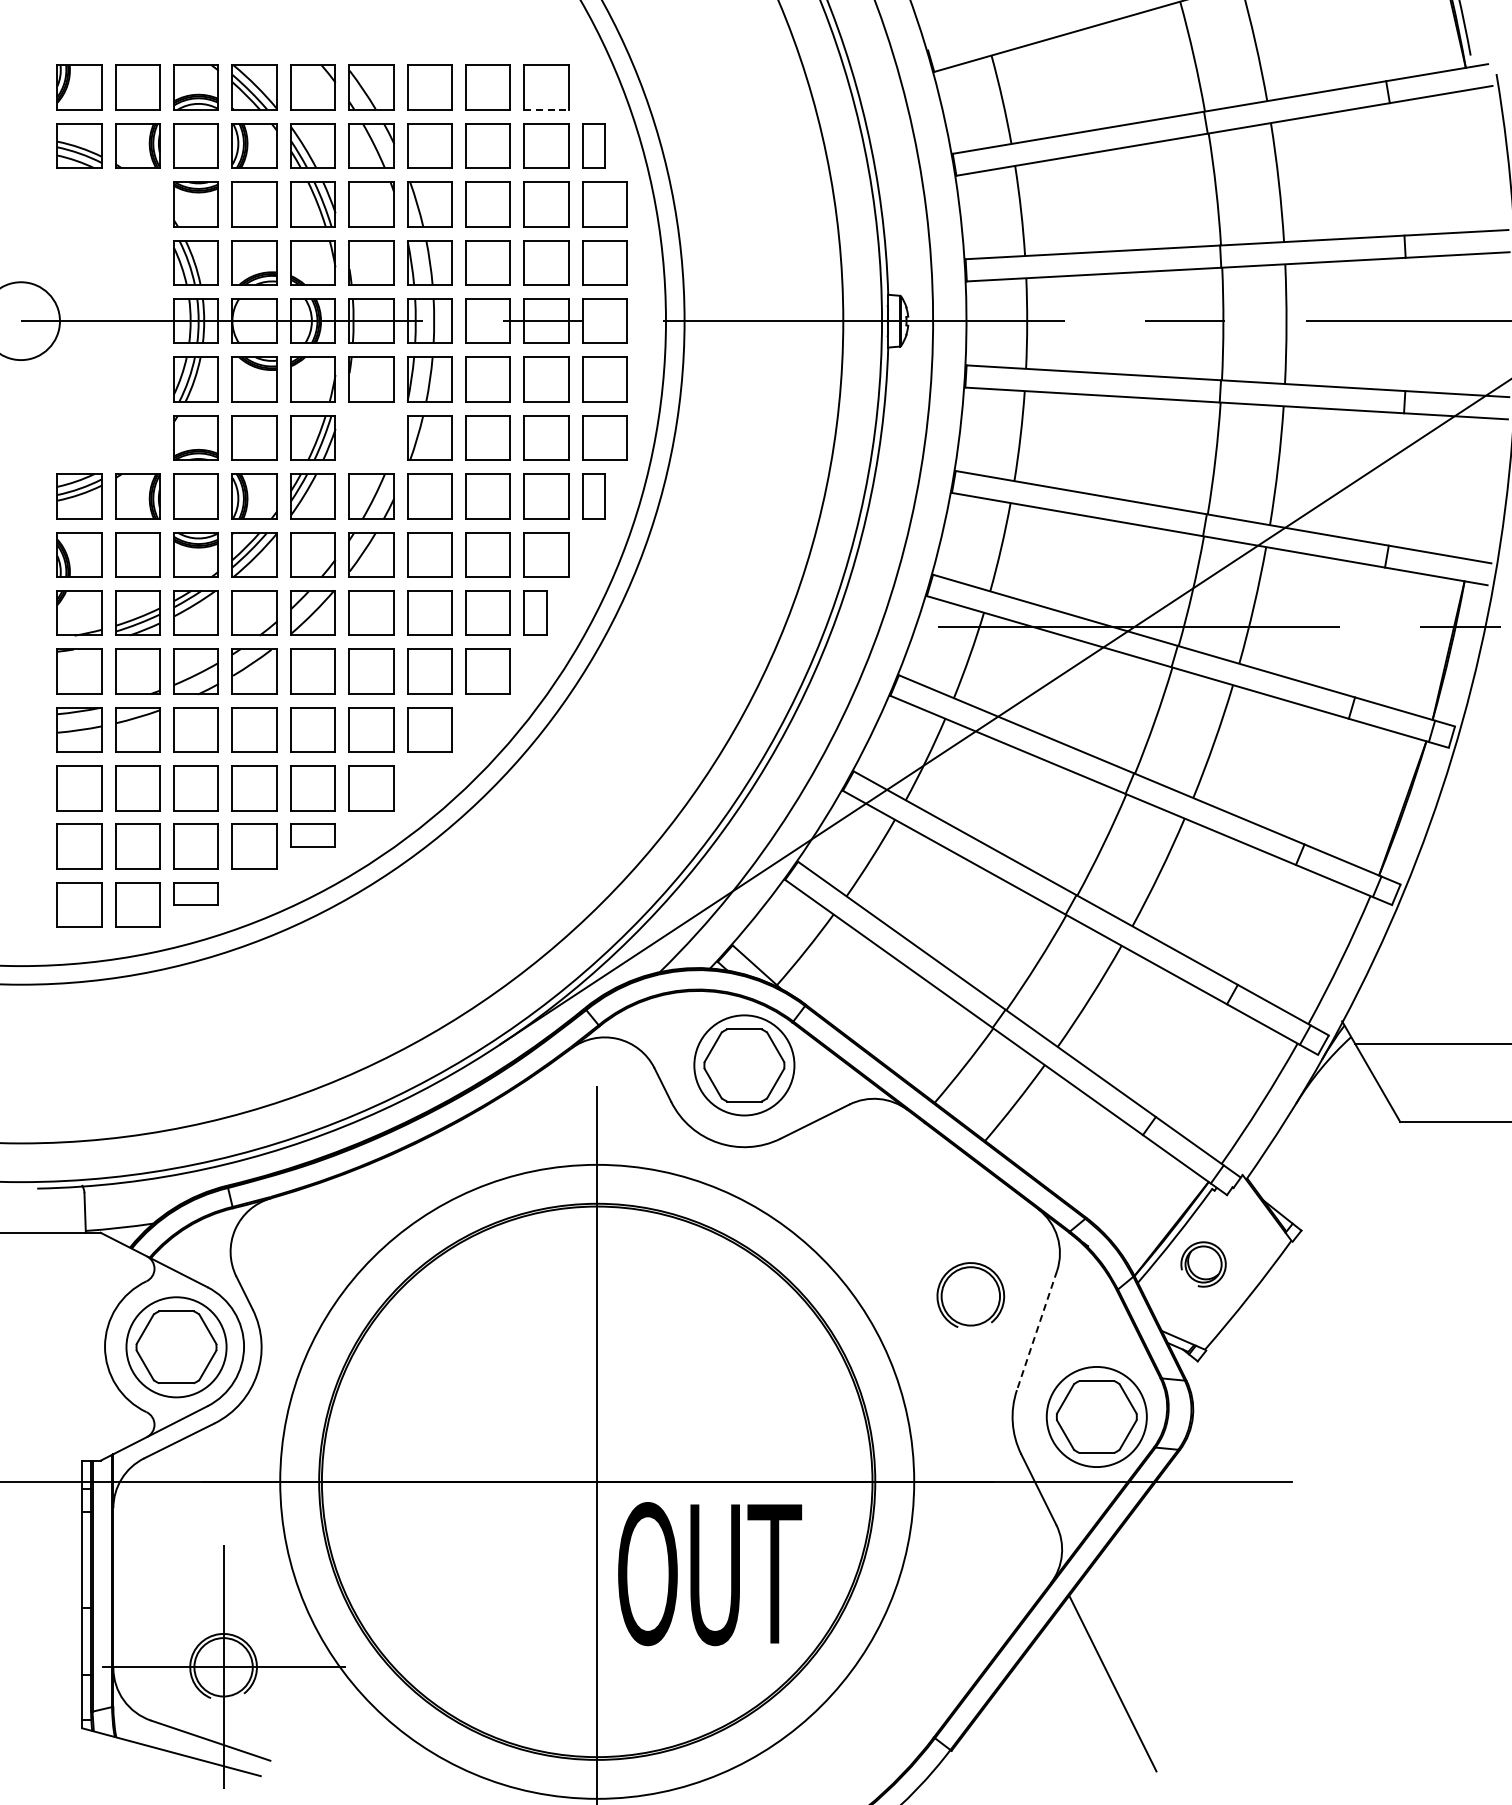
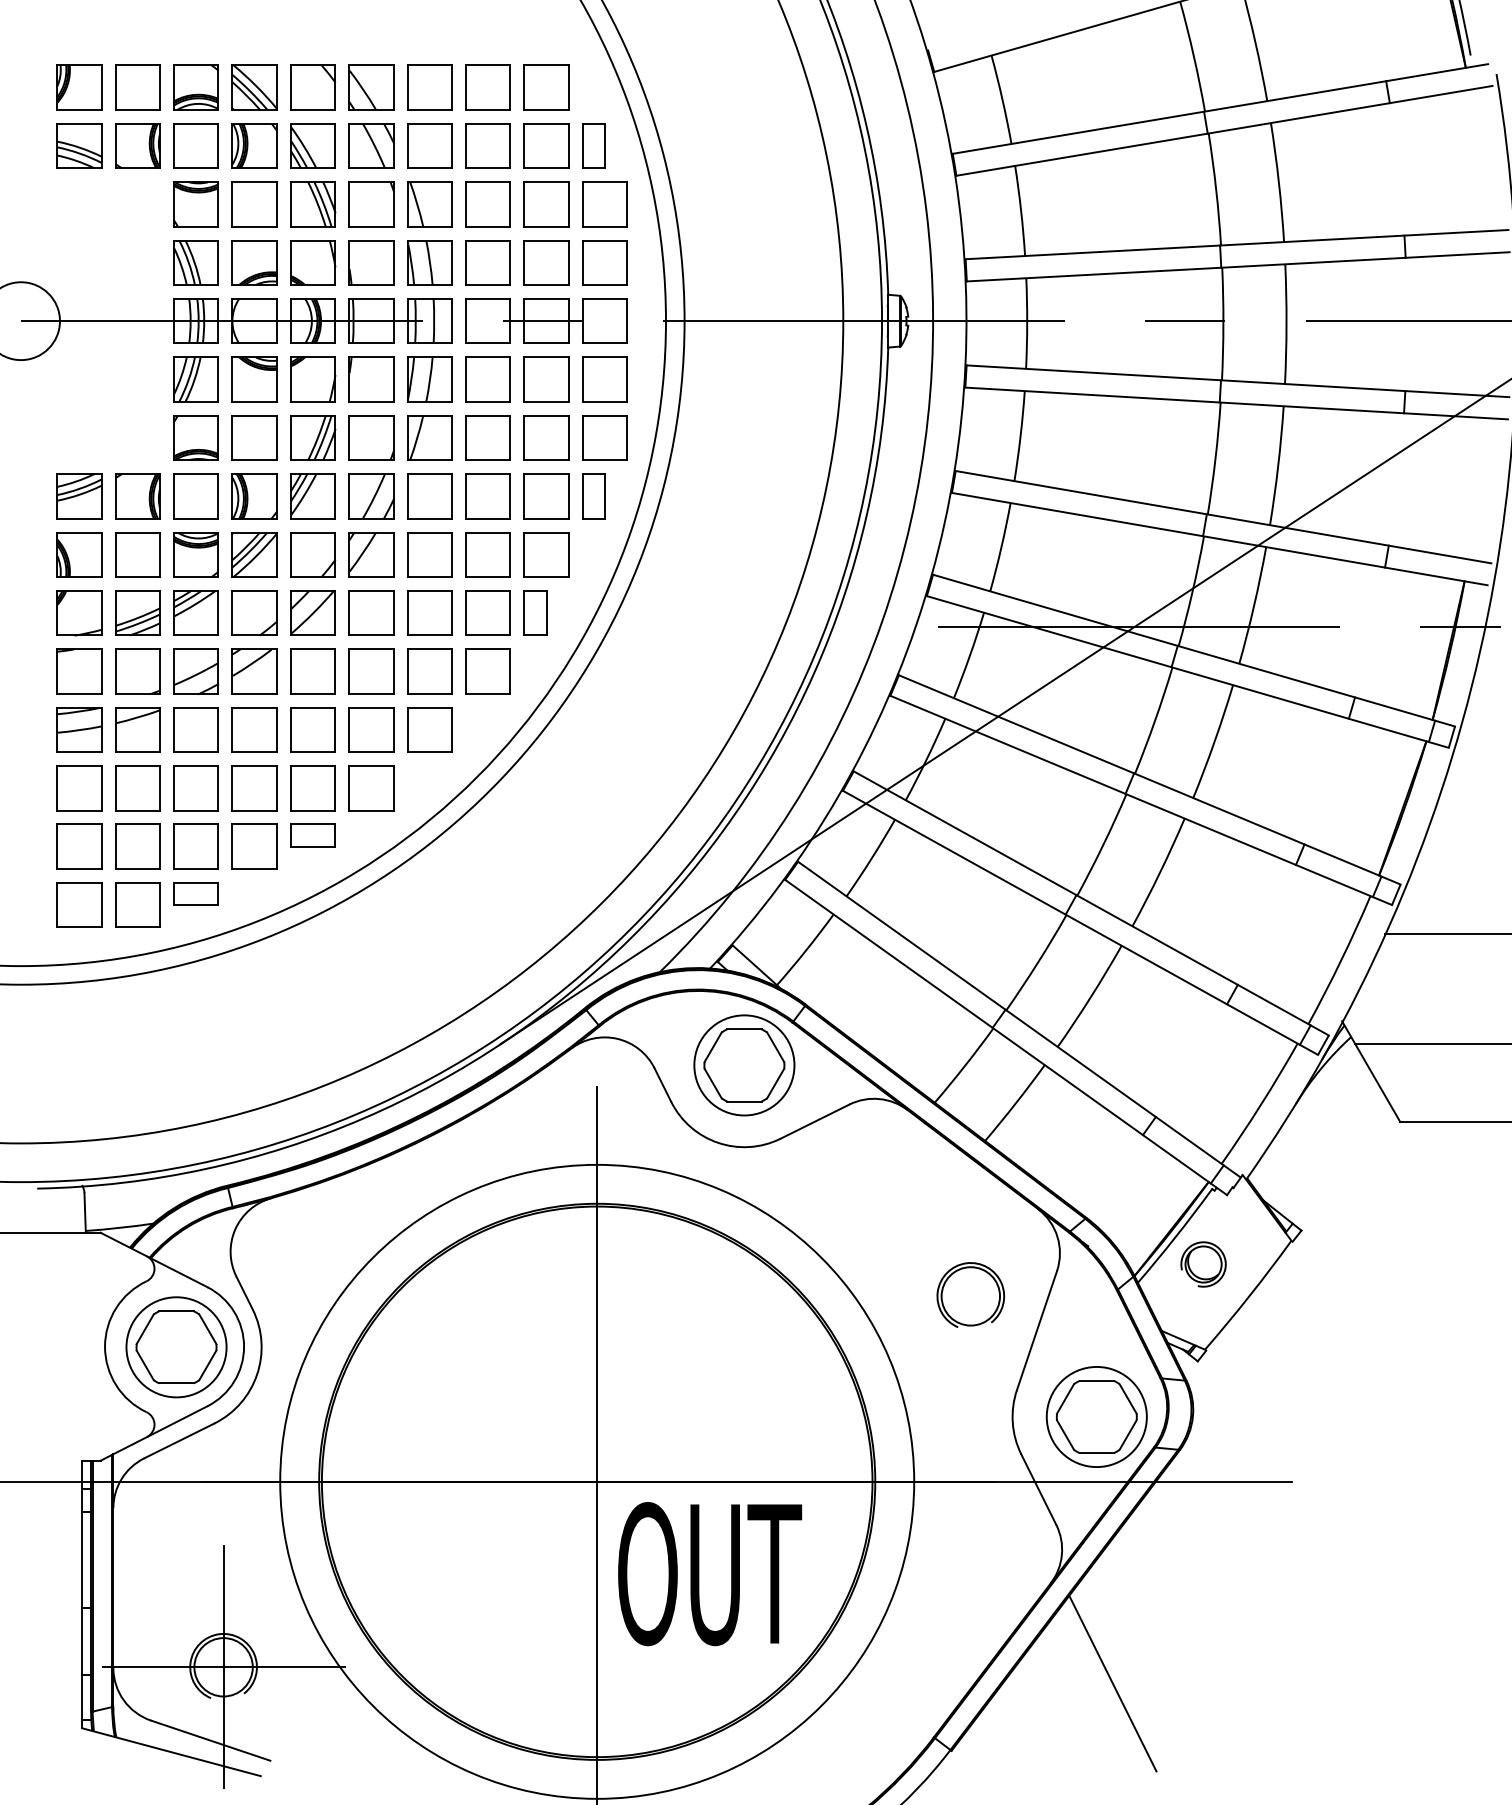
line at (547, 109): dashed -> solid
part at (371, 437): none -> present
line at (1446, 934): none -> present
line at (1037, 1330): dashed -> solid
